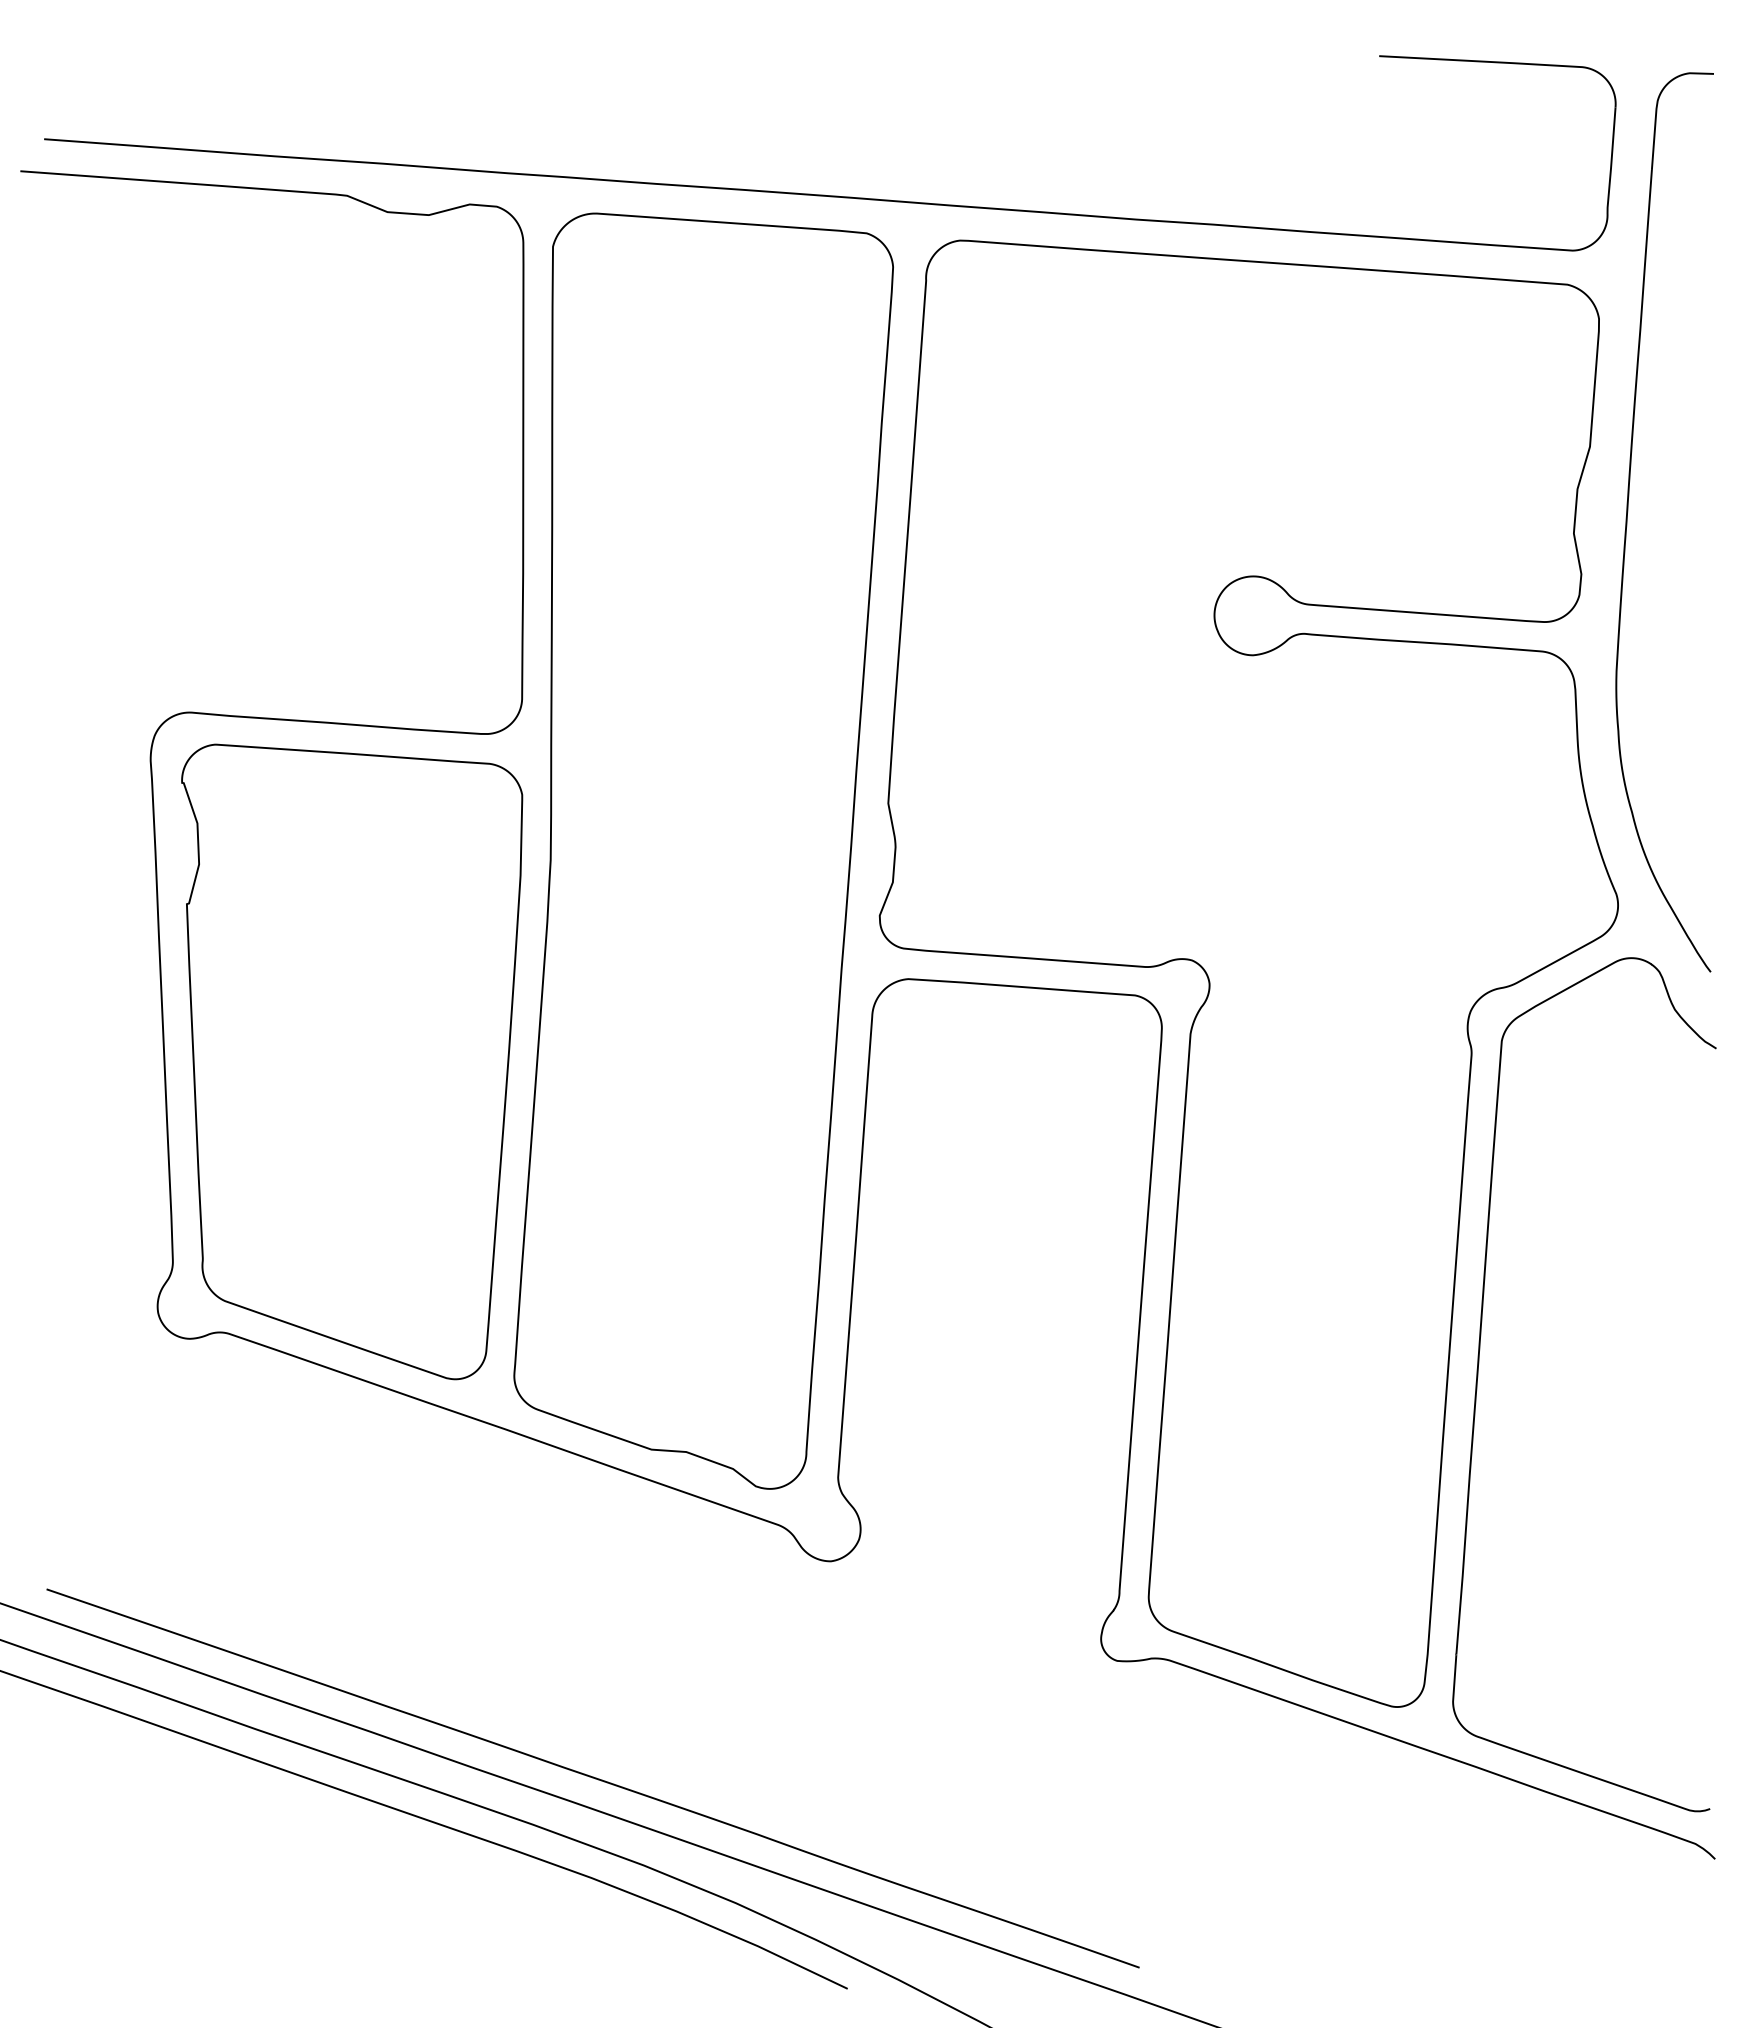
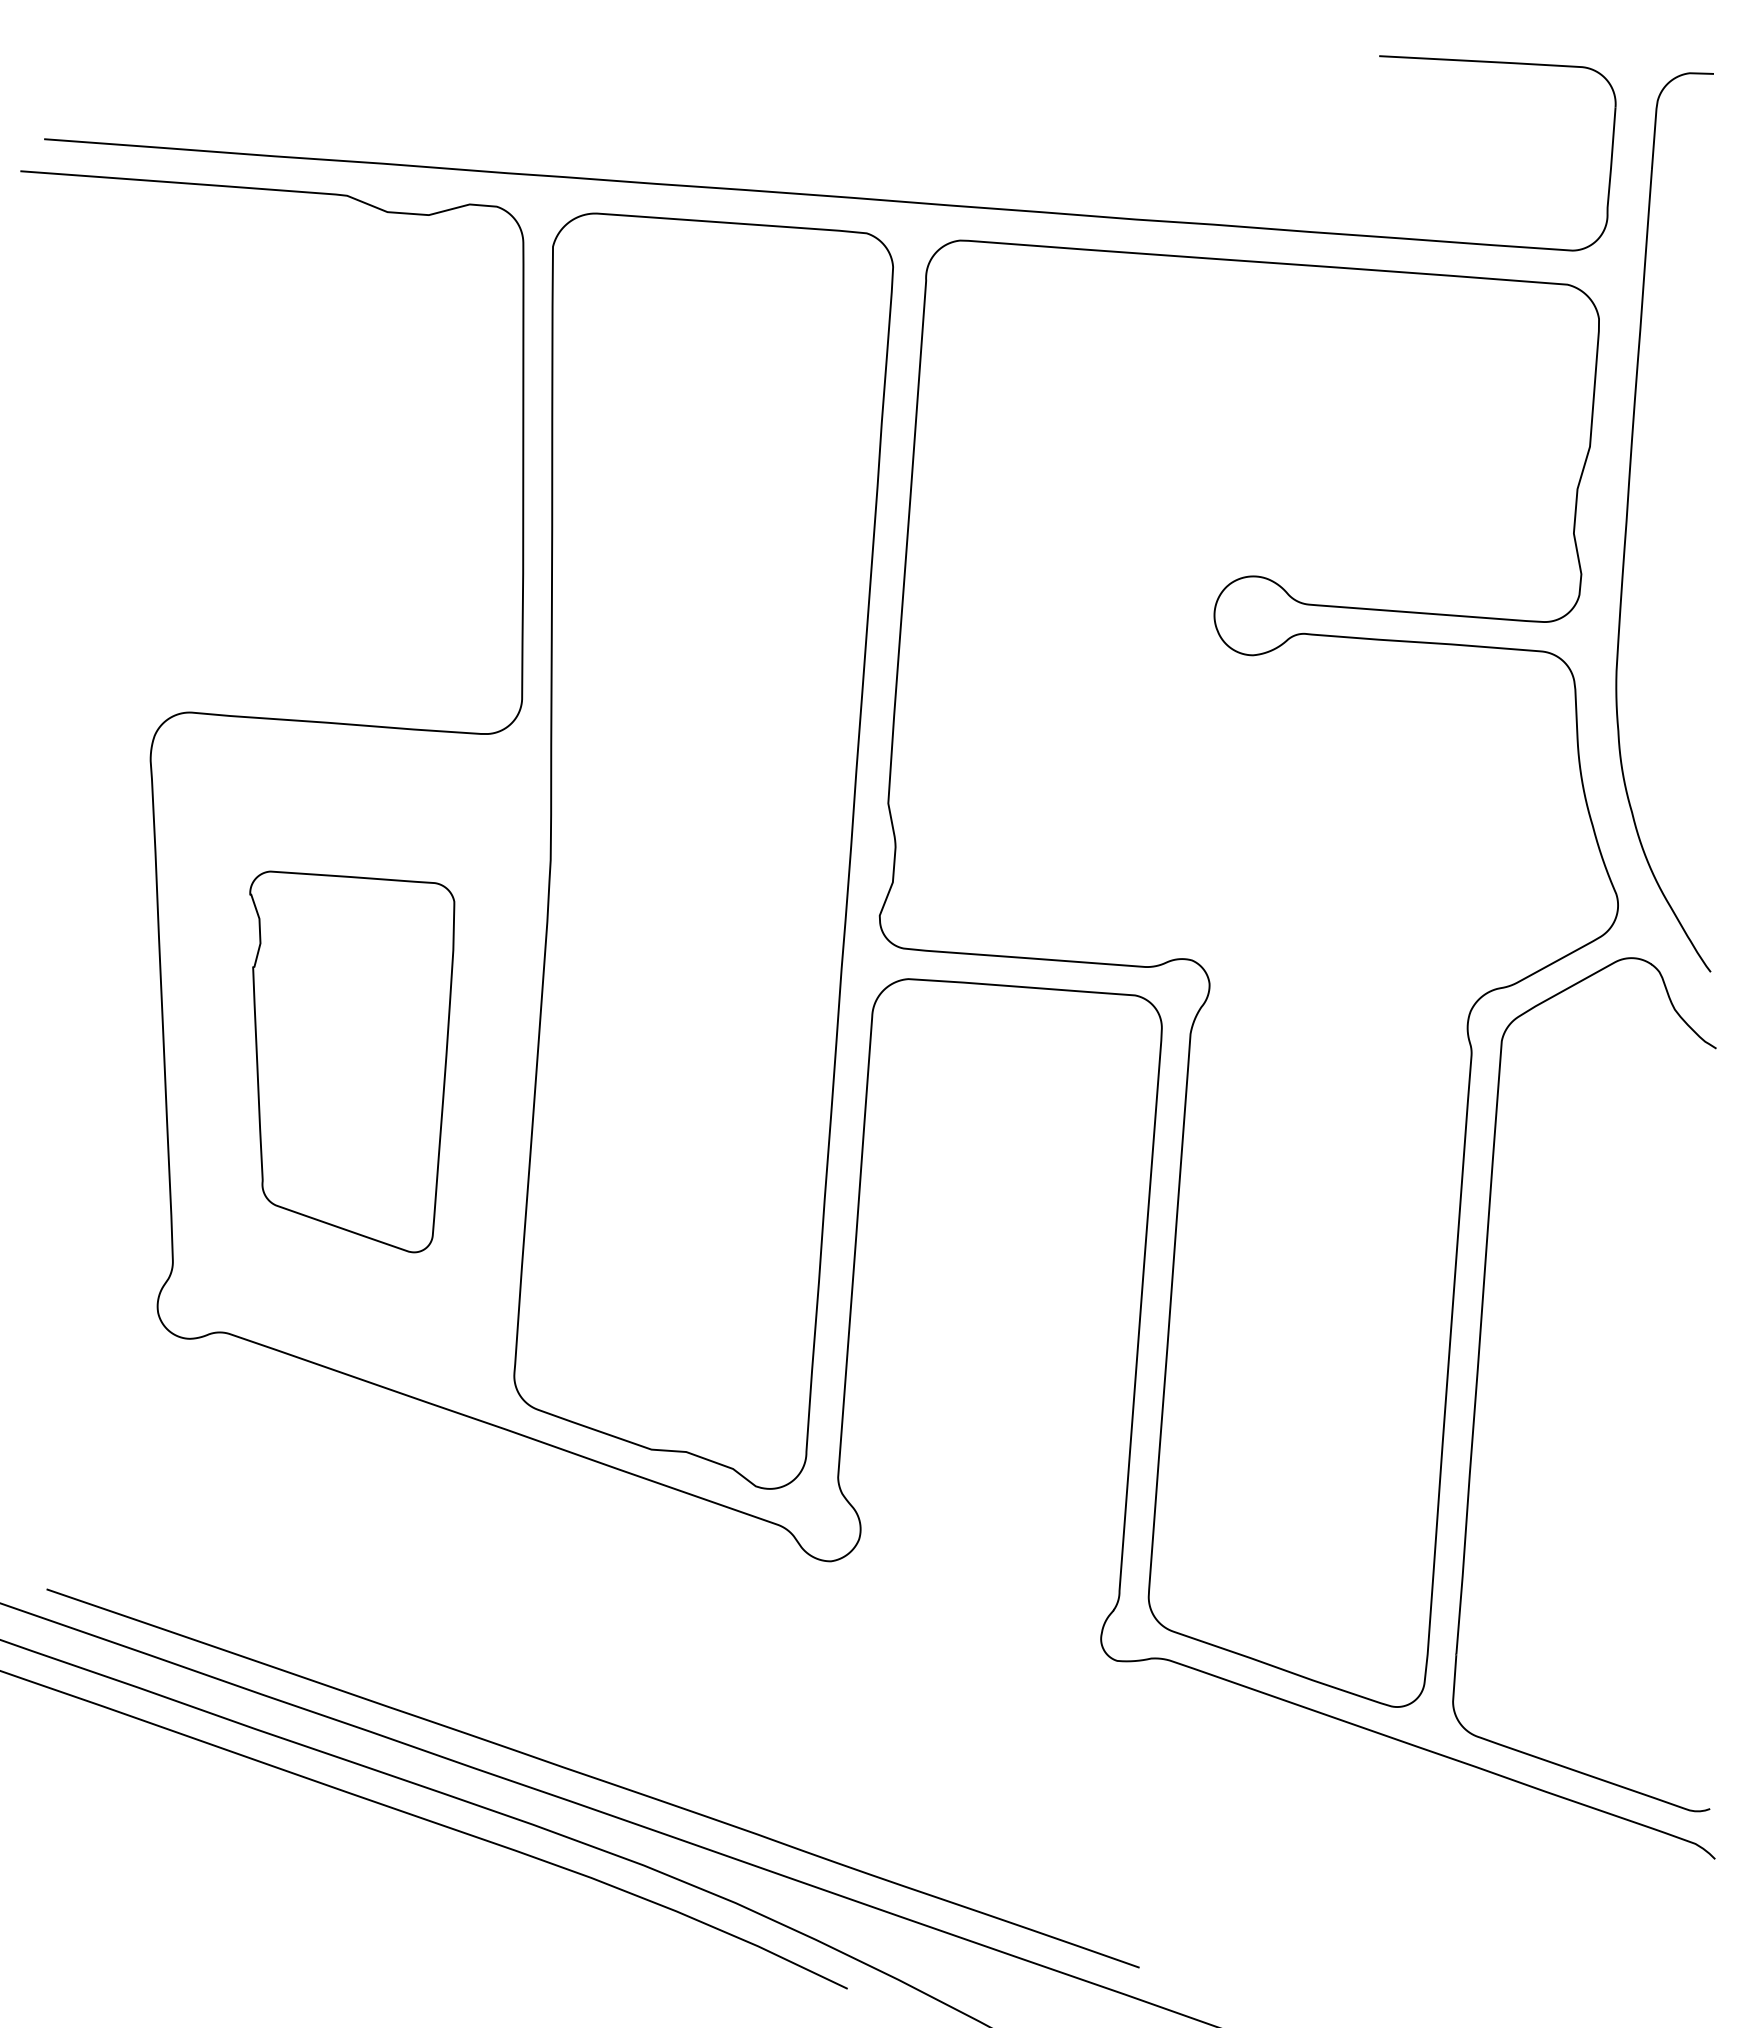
part at (352, 1061) size: 343x638 px -> 207x384 px
